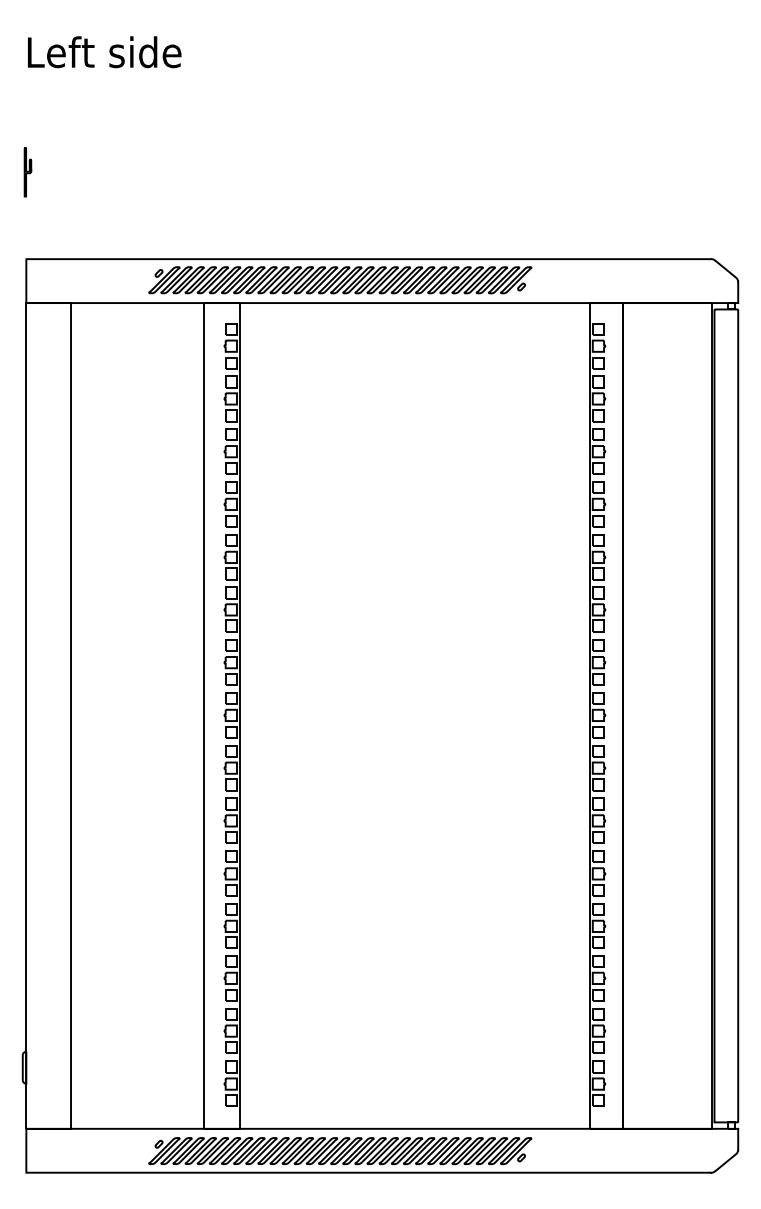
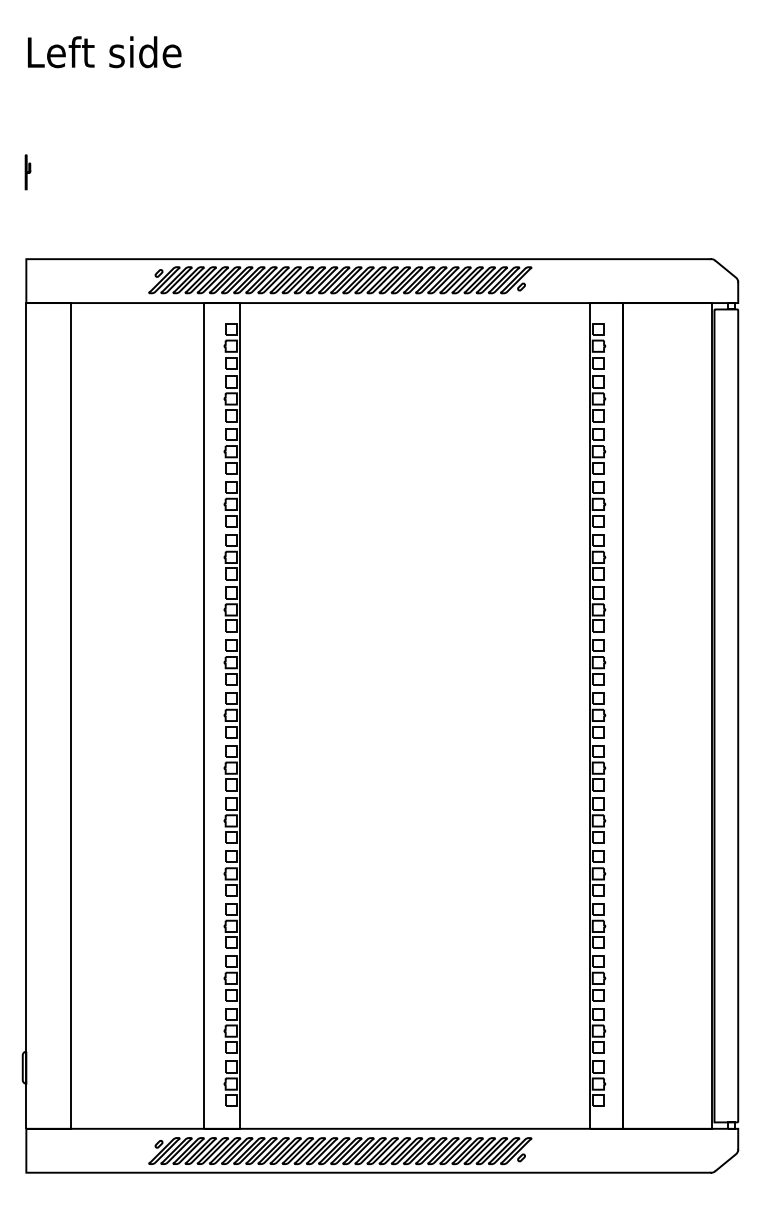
part at (27, 172) size: 10x51 px -> 8x37 px
